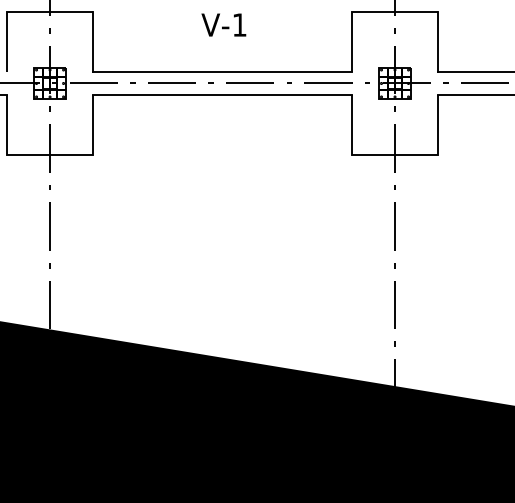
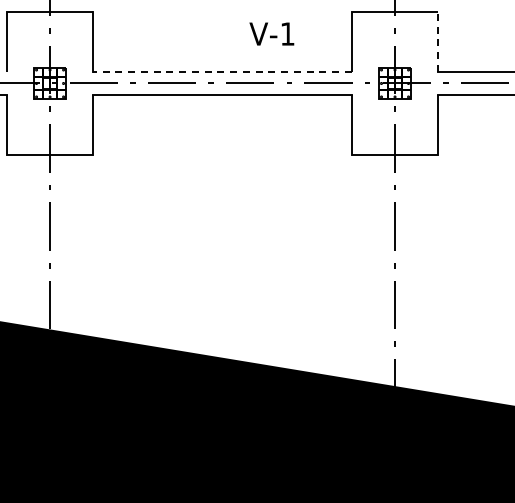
text at (223, 24) position: (223, 24) -> (271, 33)
line at (438, 41): solid -> dashed
line at (222, 72): solid -> dashed
